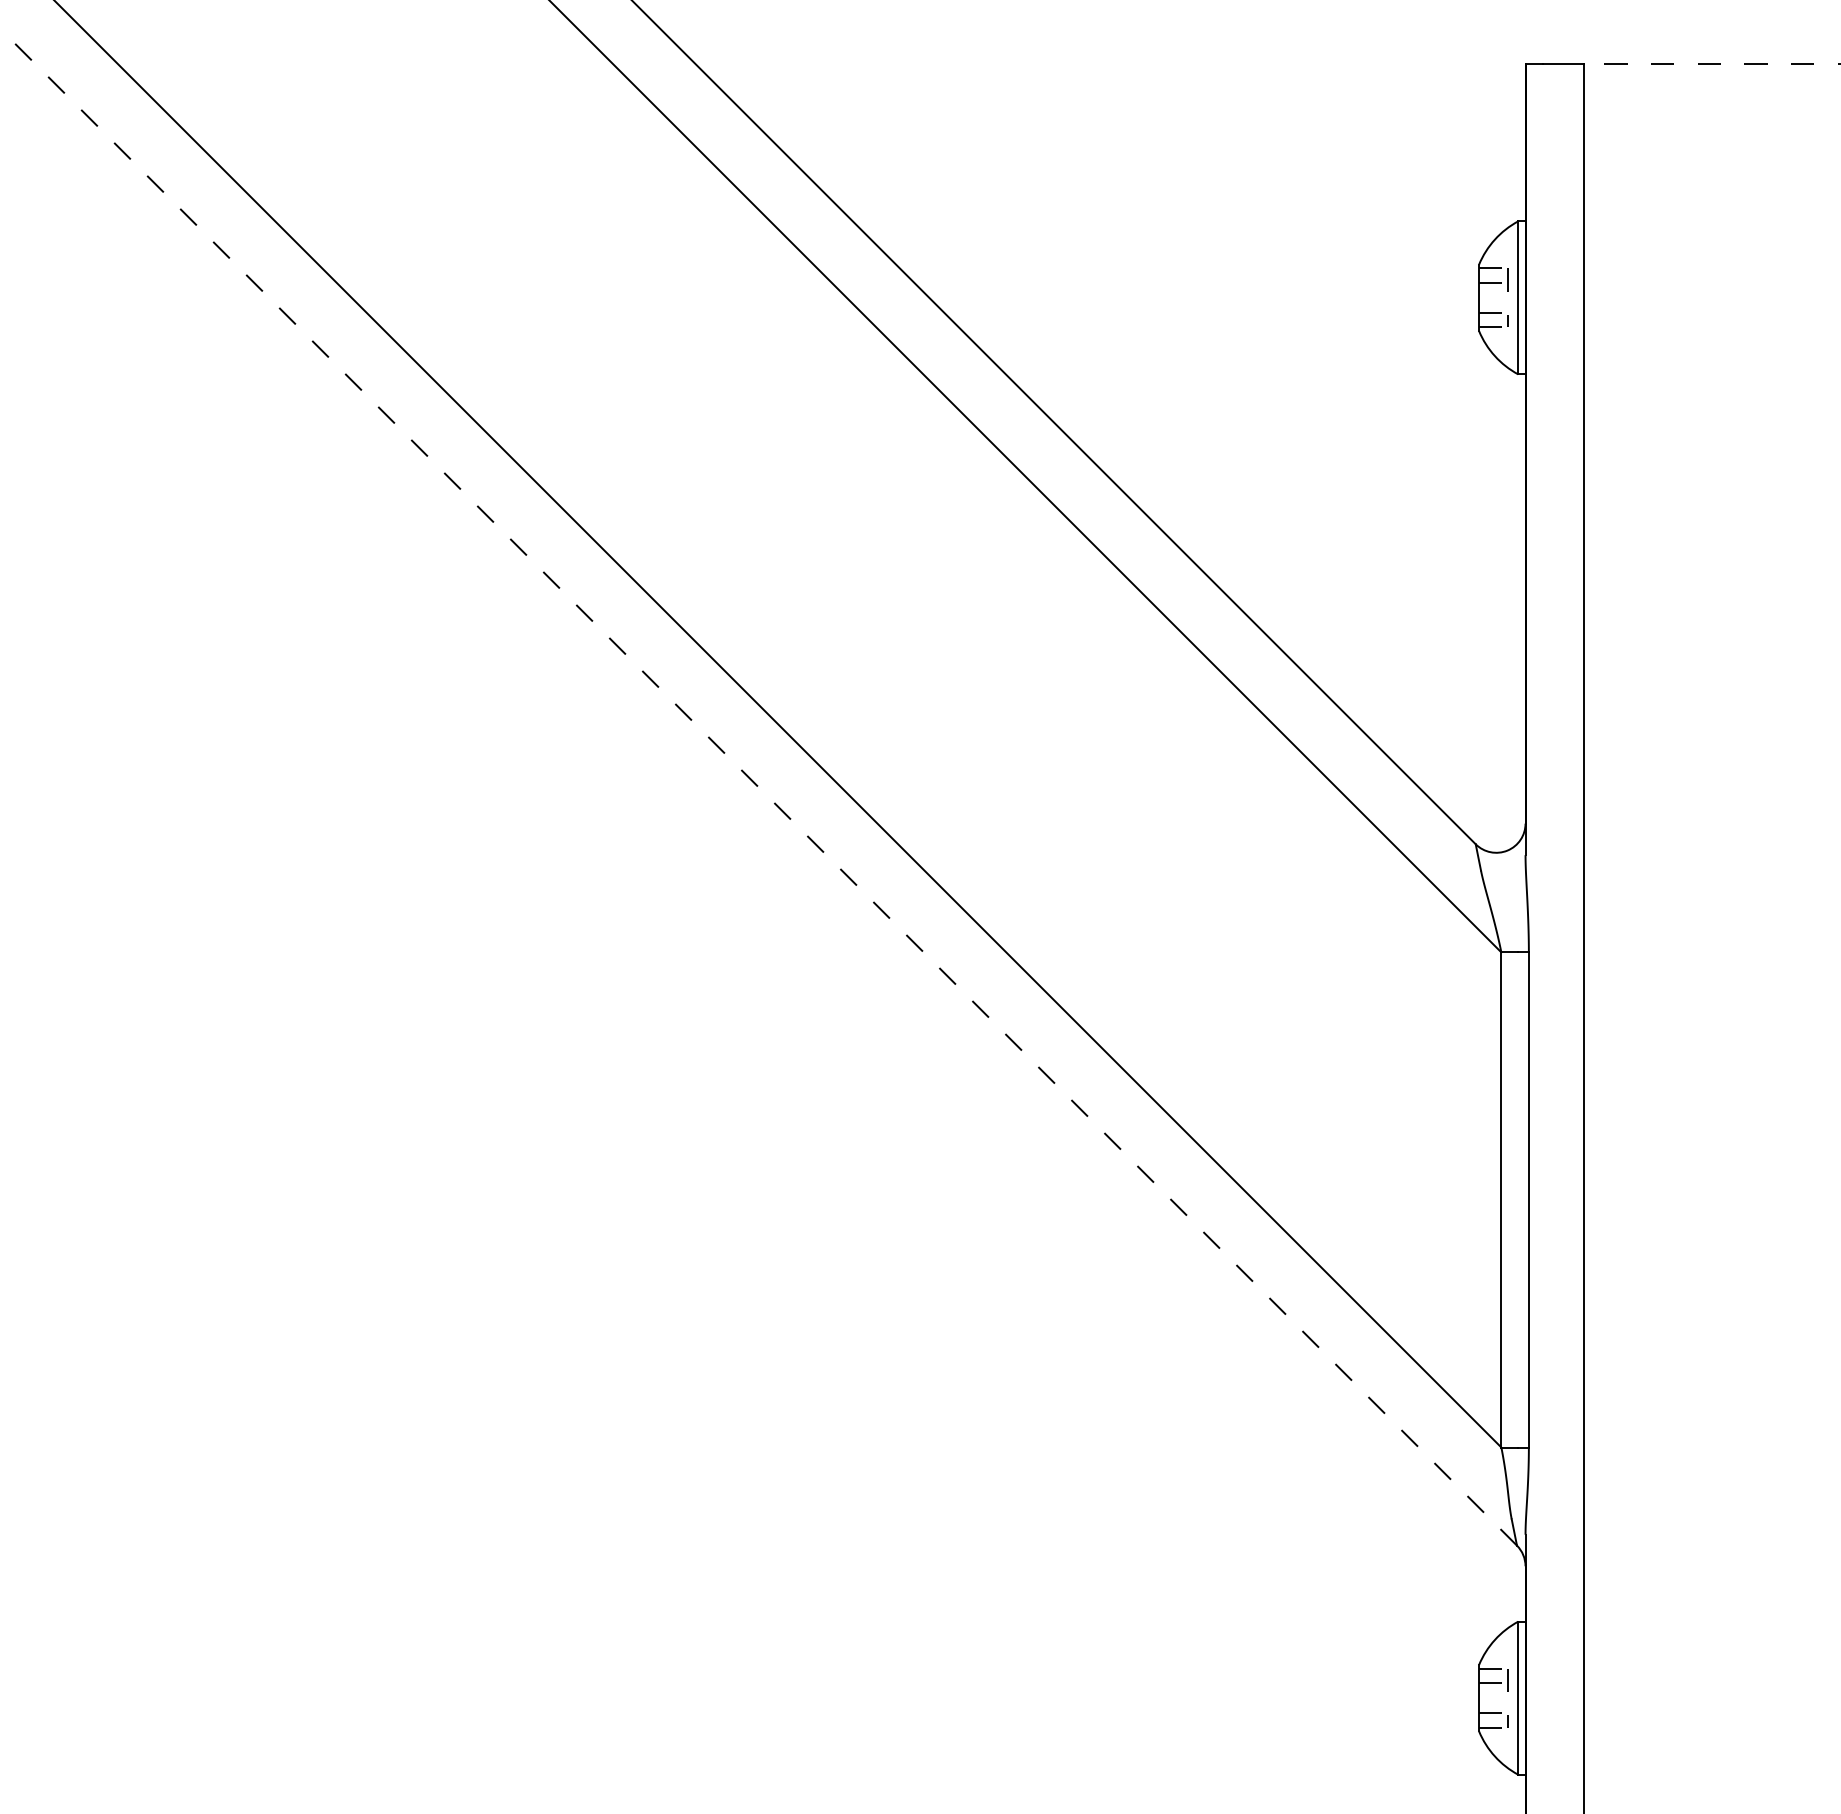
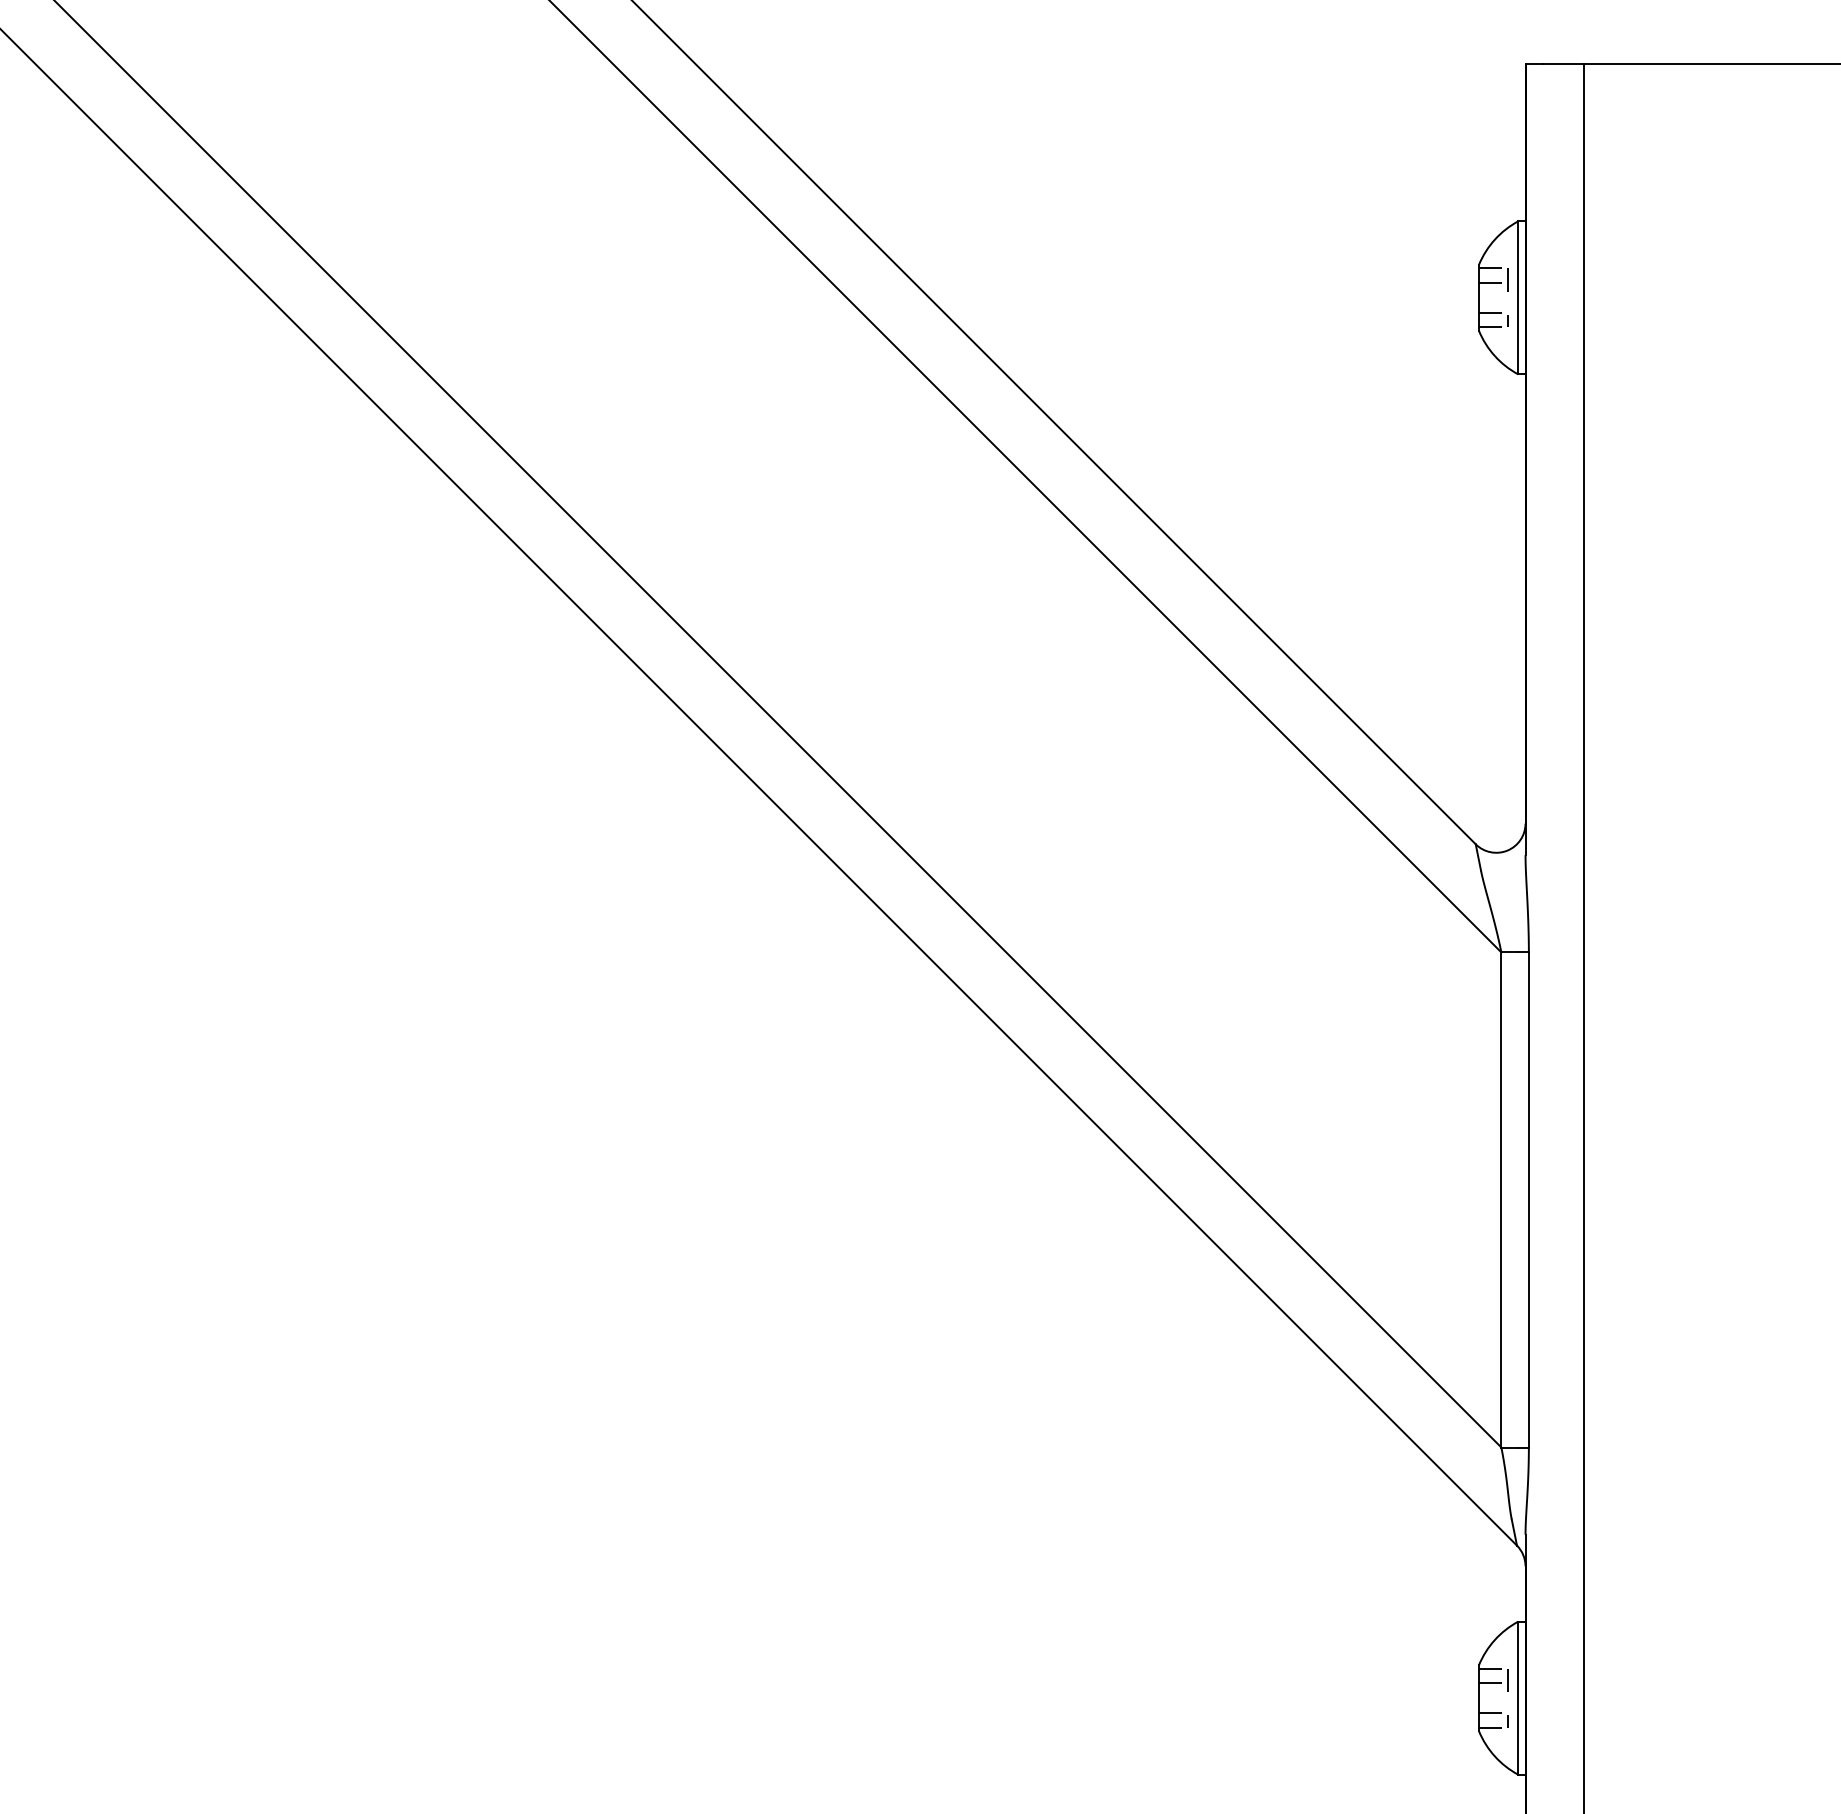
line at (1711, 64): dashed -> solid
line at (758, 786): dashed -> solid
